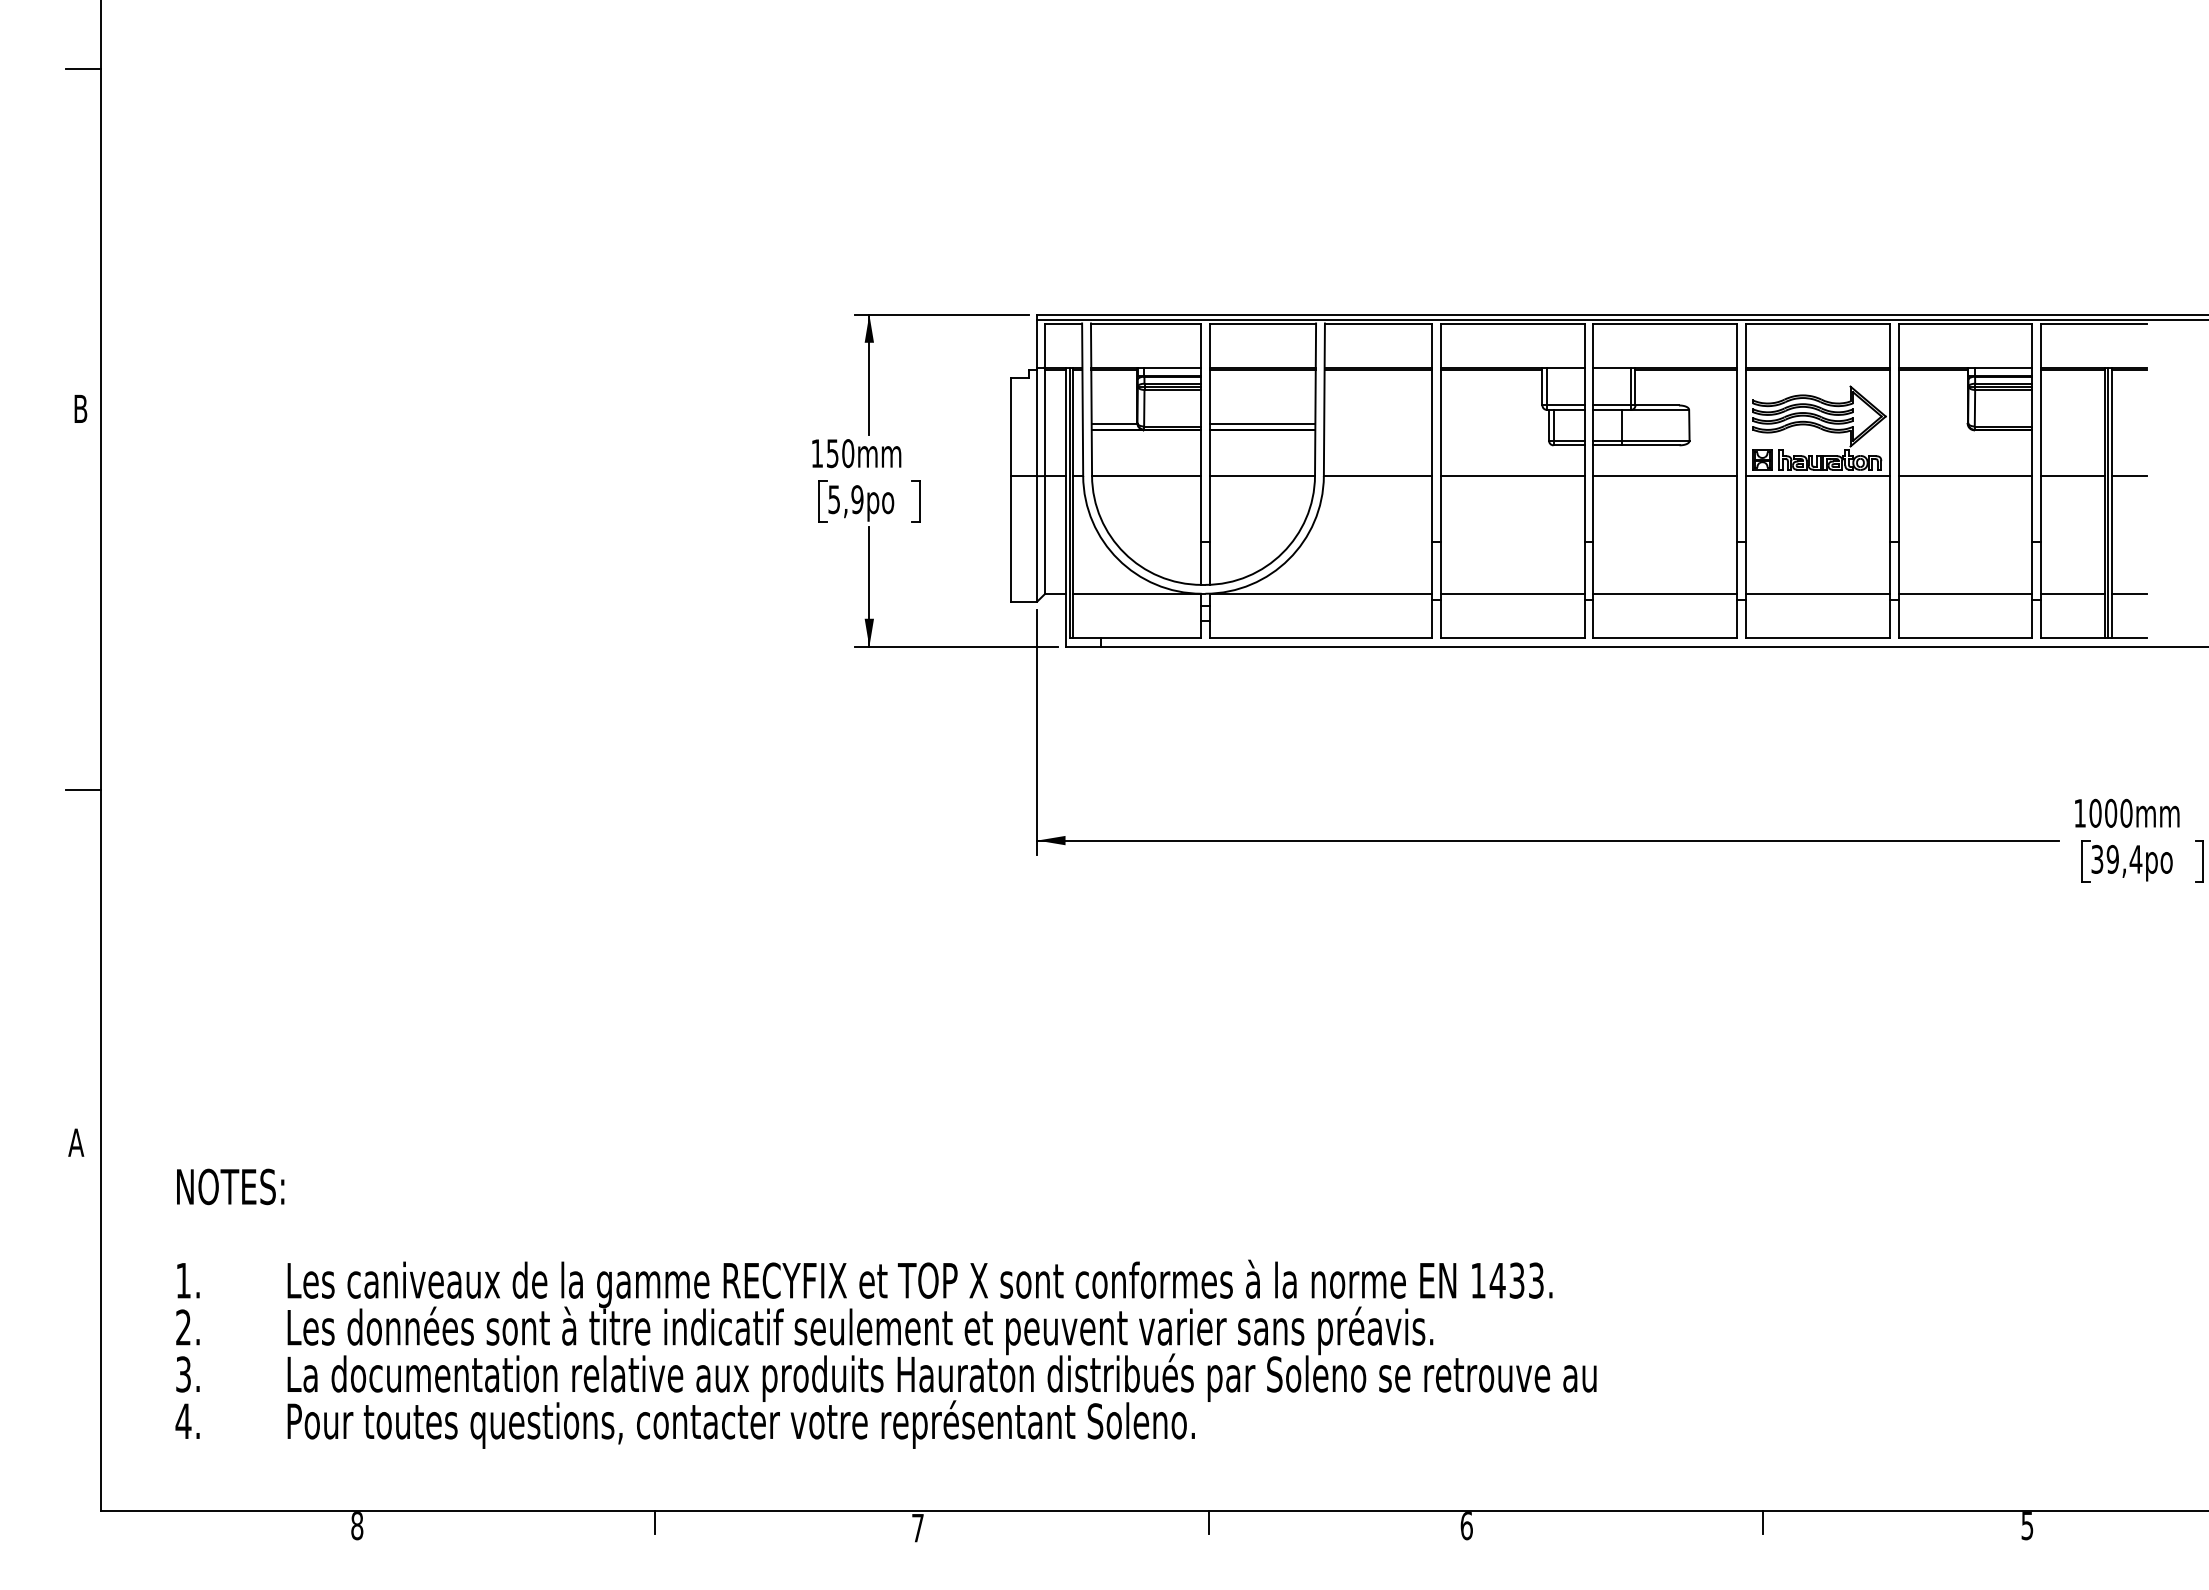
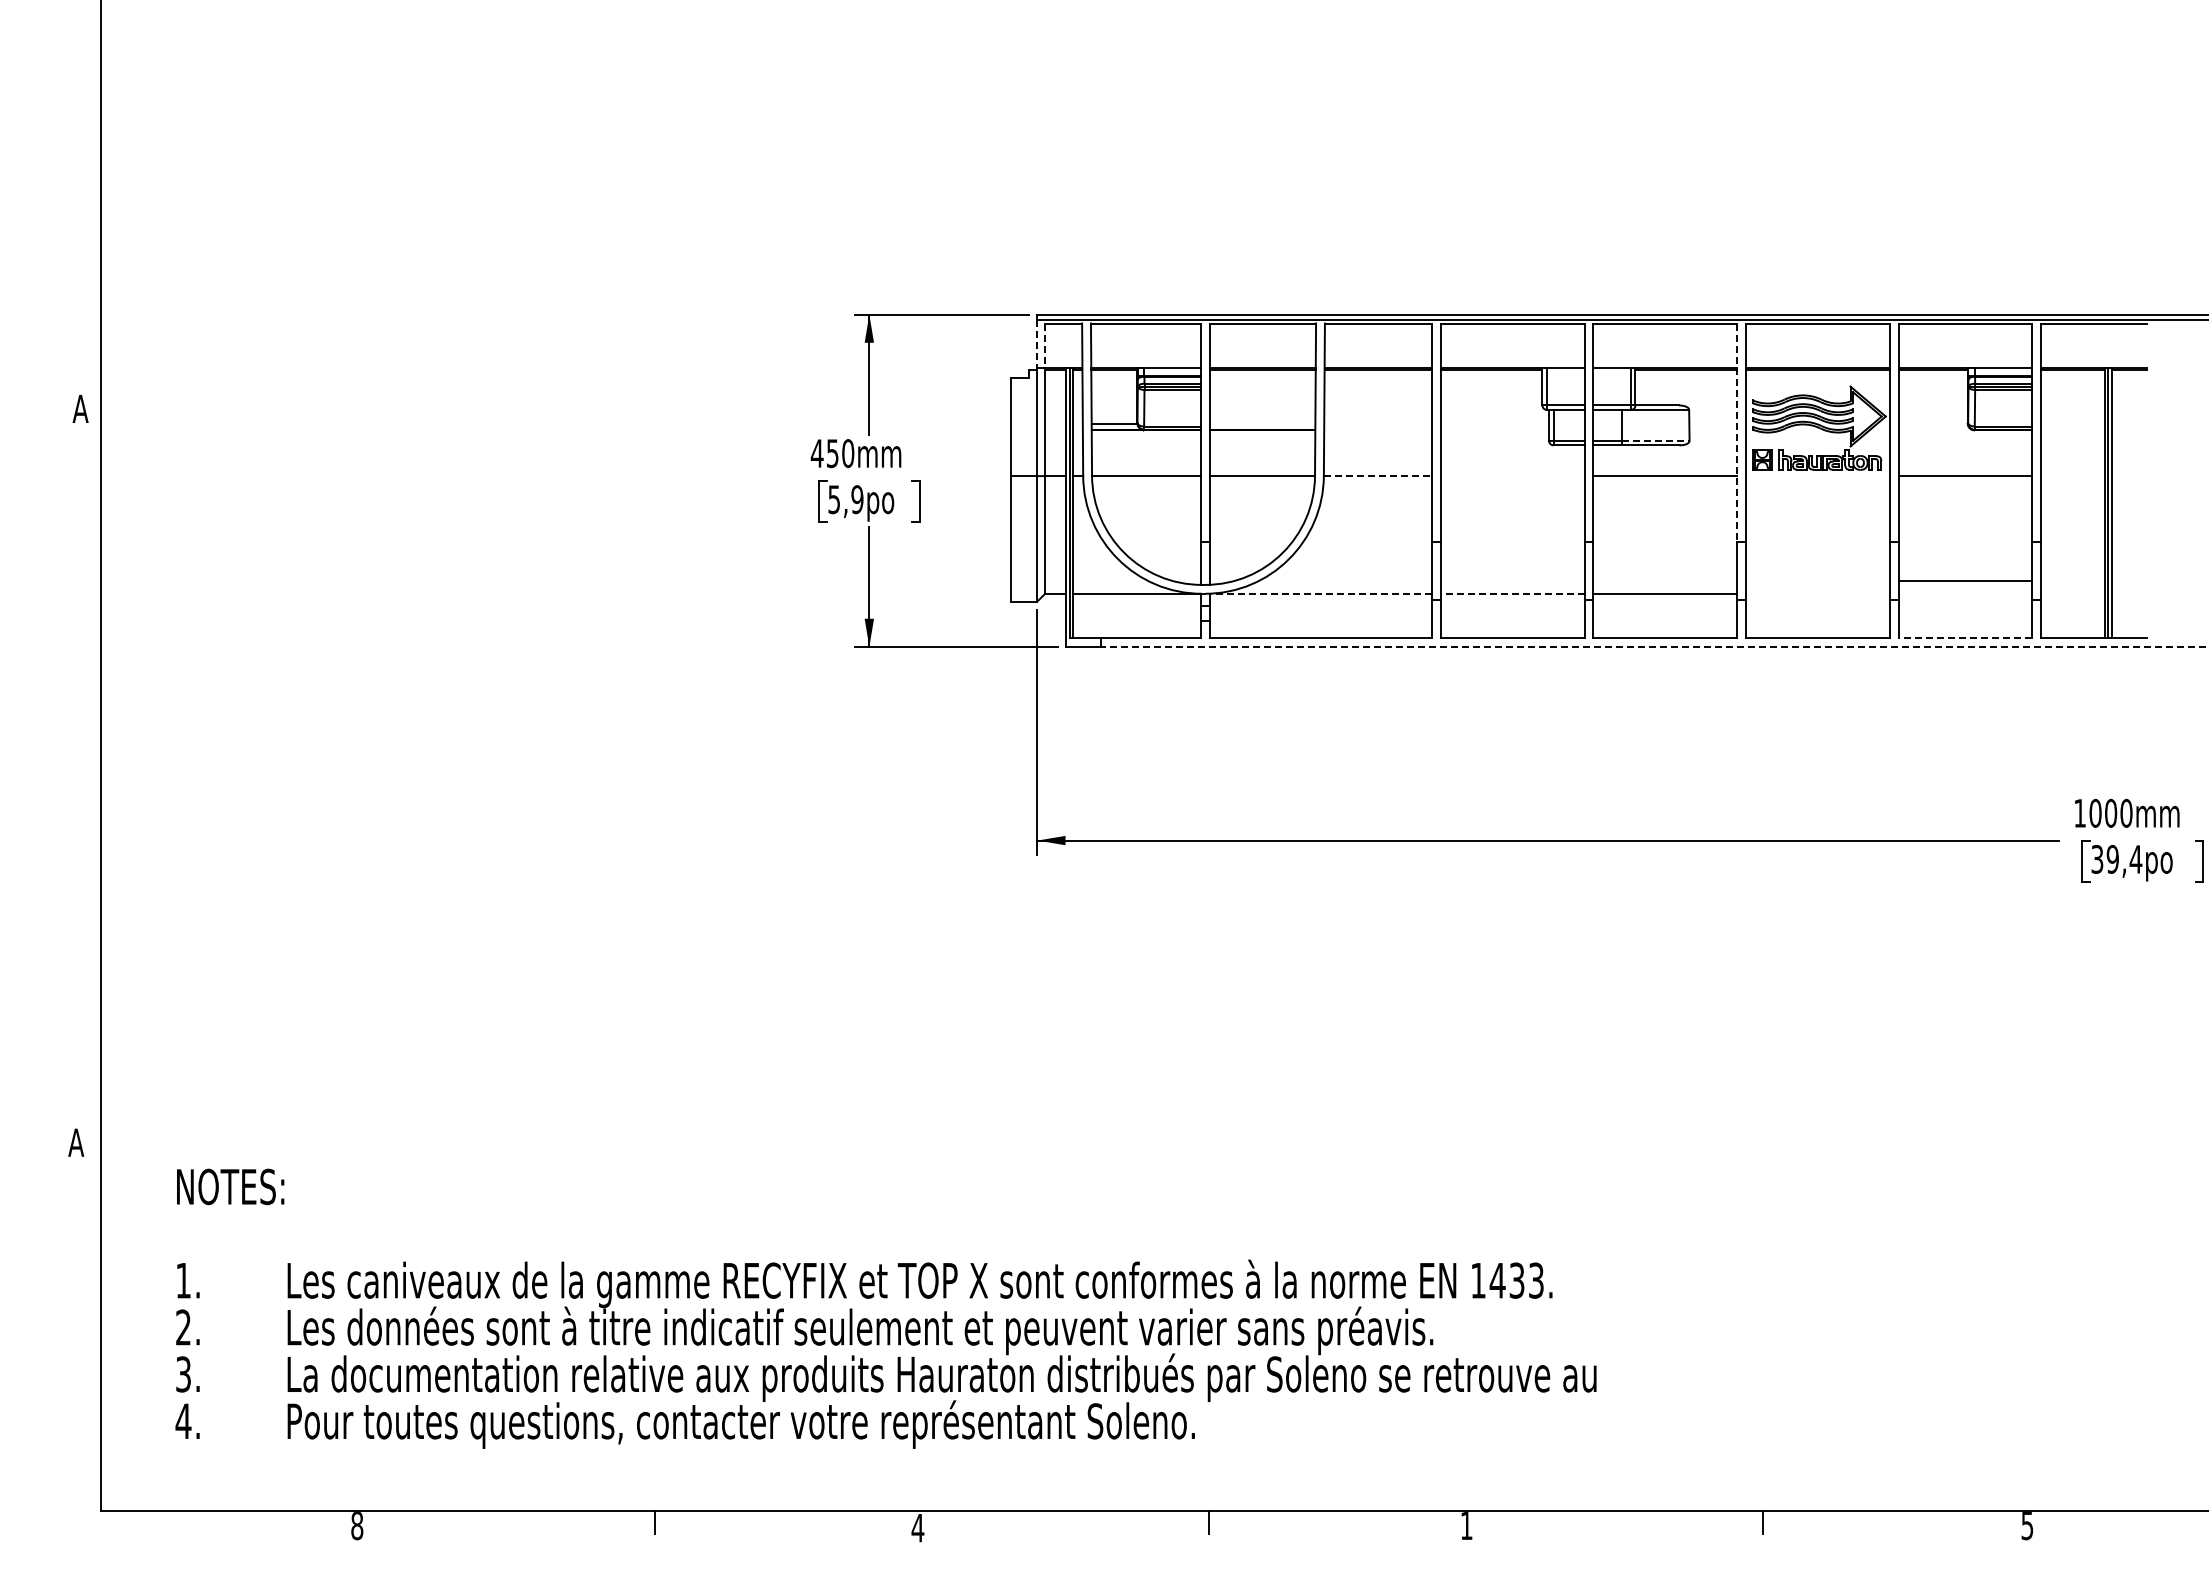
line at (83, 68): present -> none
line at (1037, 343): solid -> dashed
line at (1045, 346): solid -> dashed
text at (80, 408): B -> A
line at (1262, 423): present -> none
line at (1737, 433): solid -> dashed
line at (1655, 440): solid -> dashed
text at (816, 453): 150mm -> 450mm
line at (1377, 476): solid -> dashed
line at (1512, 476): present -> none
line at (1818, 476): present -> none
line at (2072, 476): present -> none
line at (2129, 476): present -> none
line at (1320, 593): solid -> dashed
line at (1512, 593): solid -> dashed
line at (1818, 593): present -> none
line at (1965, 593) position: (1965, 593) -> (1965, 580)
line at (2072, 593): present -> none
line at (2129, 593): present -> none
line at (1965, 638): solid -> dashed
line at (1654, 646): solid -> dashed
line at (83, 789): present -> none
text at (1466, 1526): 6 -> 1
text at (917, 1528): 7 -> 4
